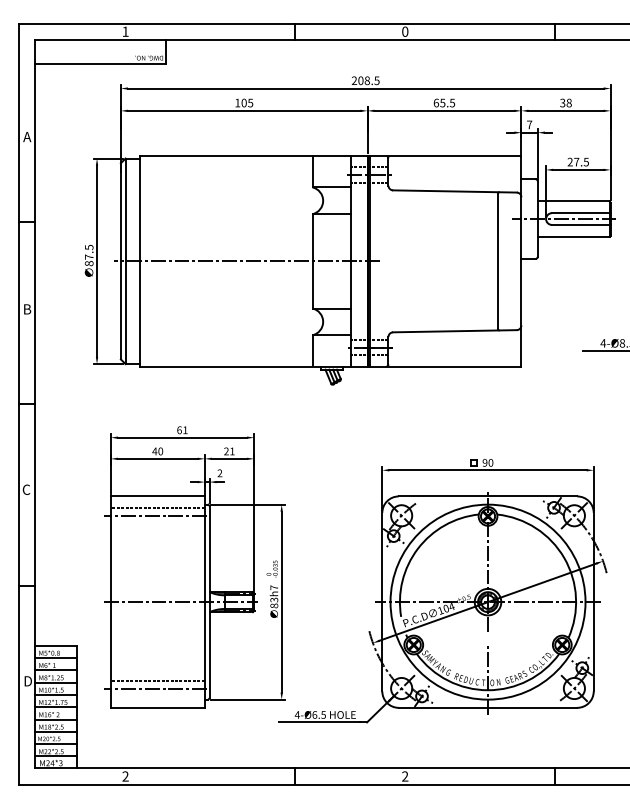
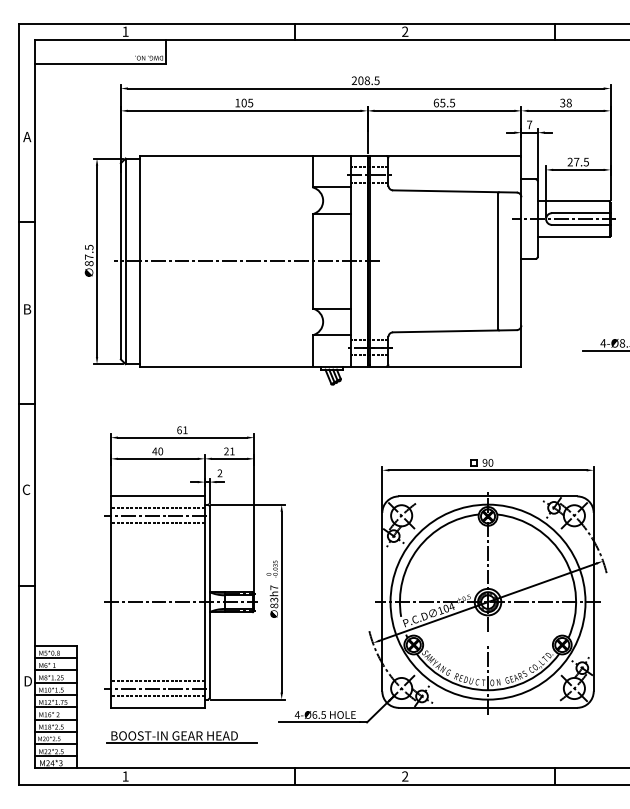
text at (405, 31): 0 -> 2
line at (157, 523): none -> present
line at (157, 696): none -> present
part at (181, 737): none -> present
text at (125, 776): 2 -> 1
